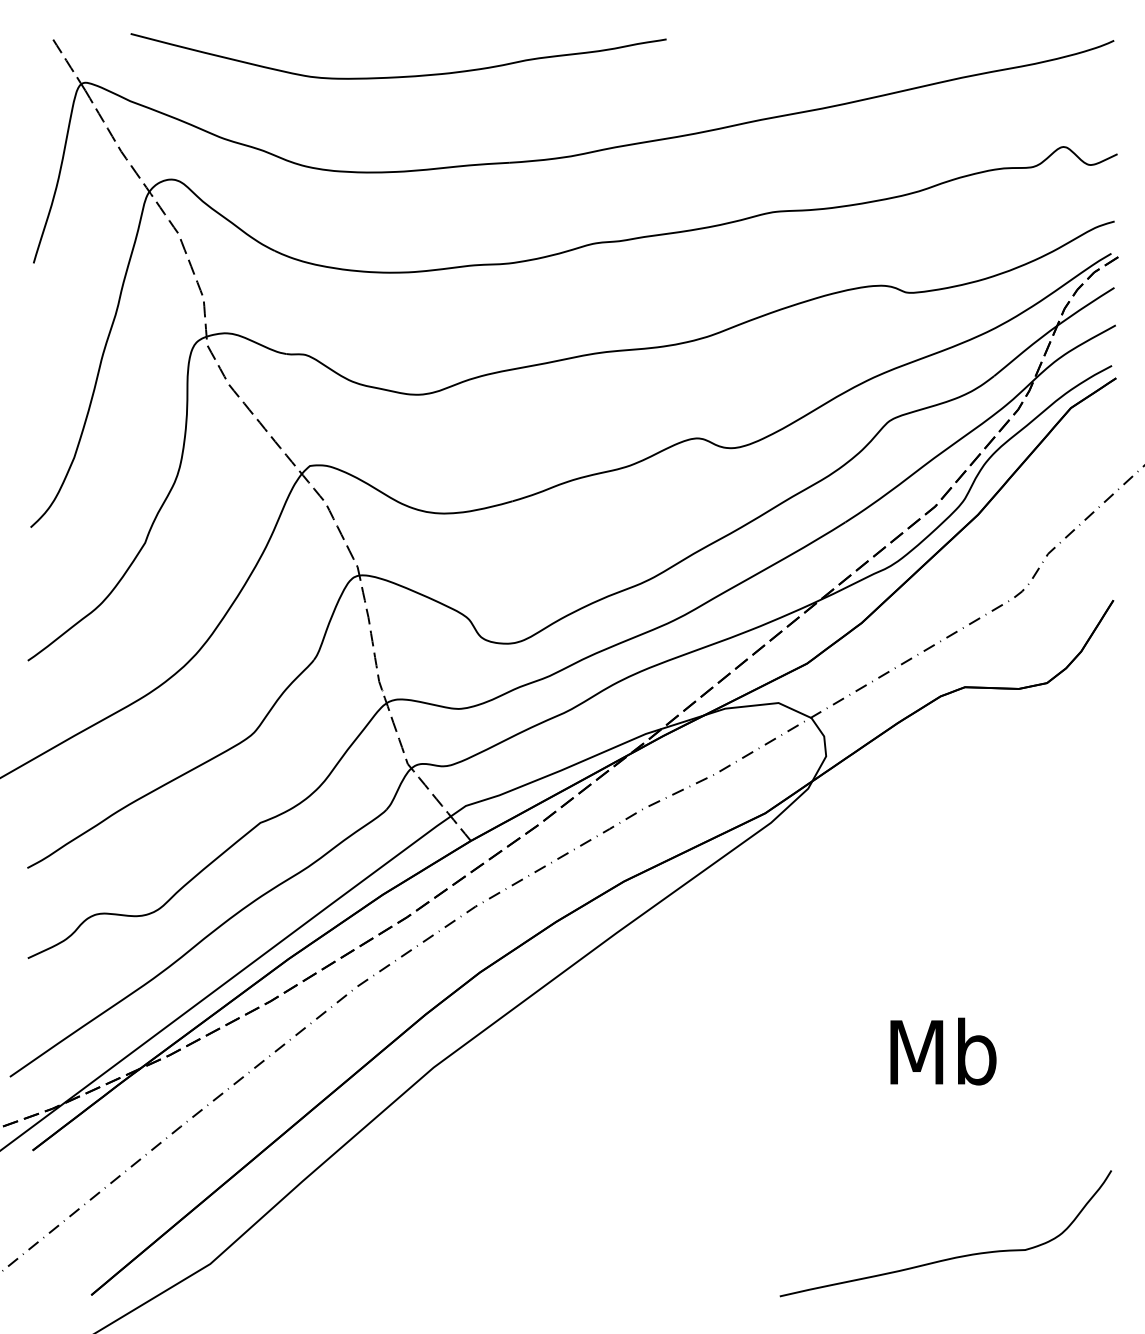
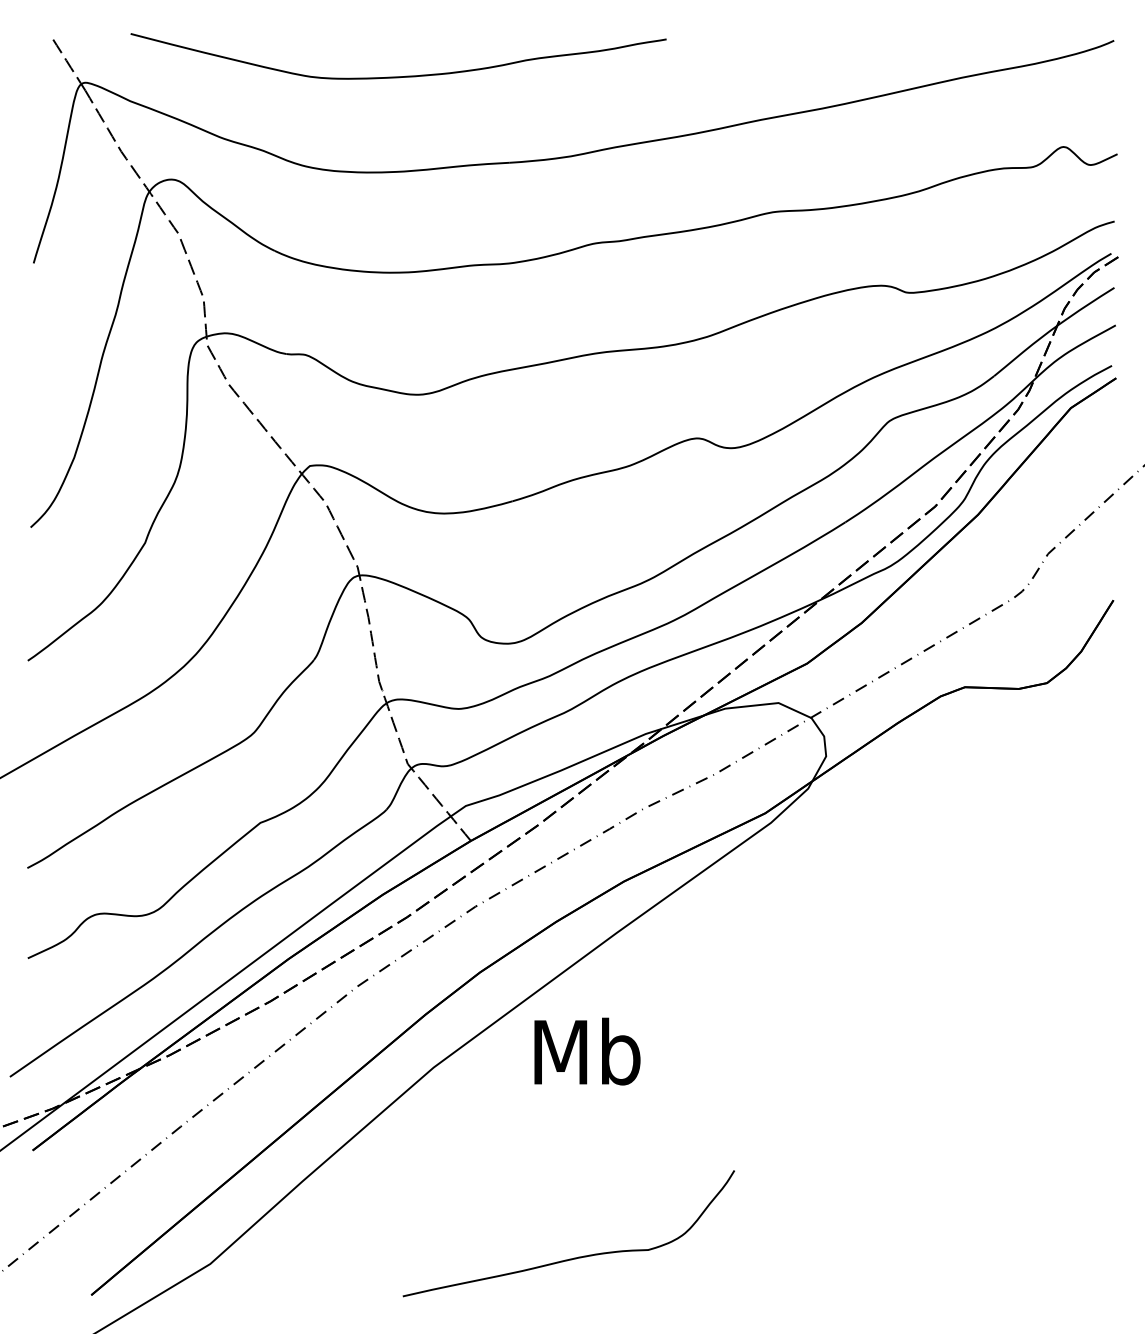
text at (943, 1051) position: (943, 1051) -> (587, 1051)
curve at (951, 1257) position: (951, 1257) -> (574, 1257)
